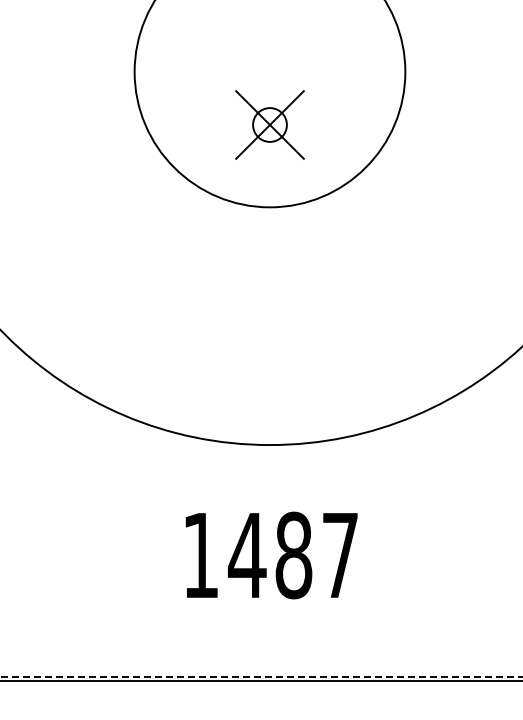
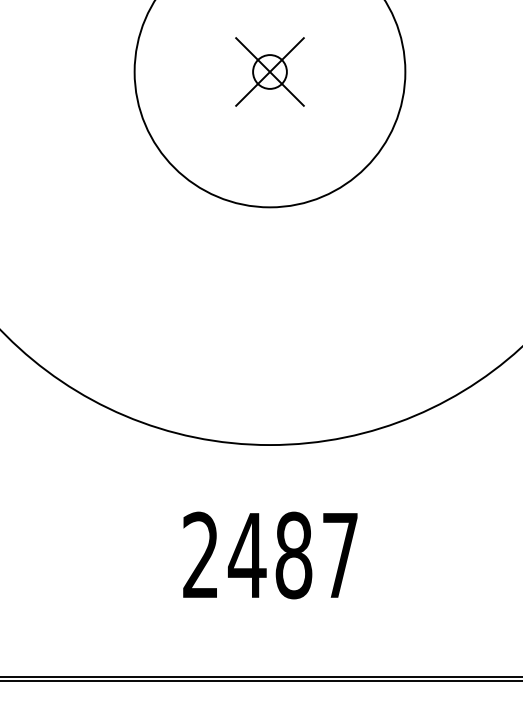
part at (269, 124) position: (269, 124) -> (269, 71)
text at (200, 554): 1487 -> 2487
line at (261, 676): dashed -> solid
